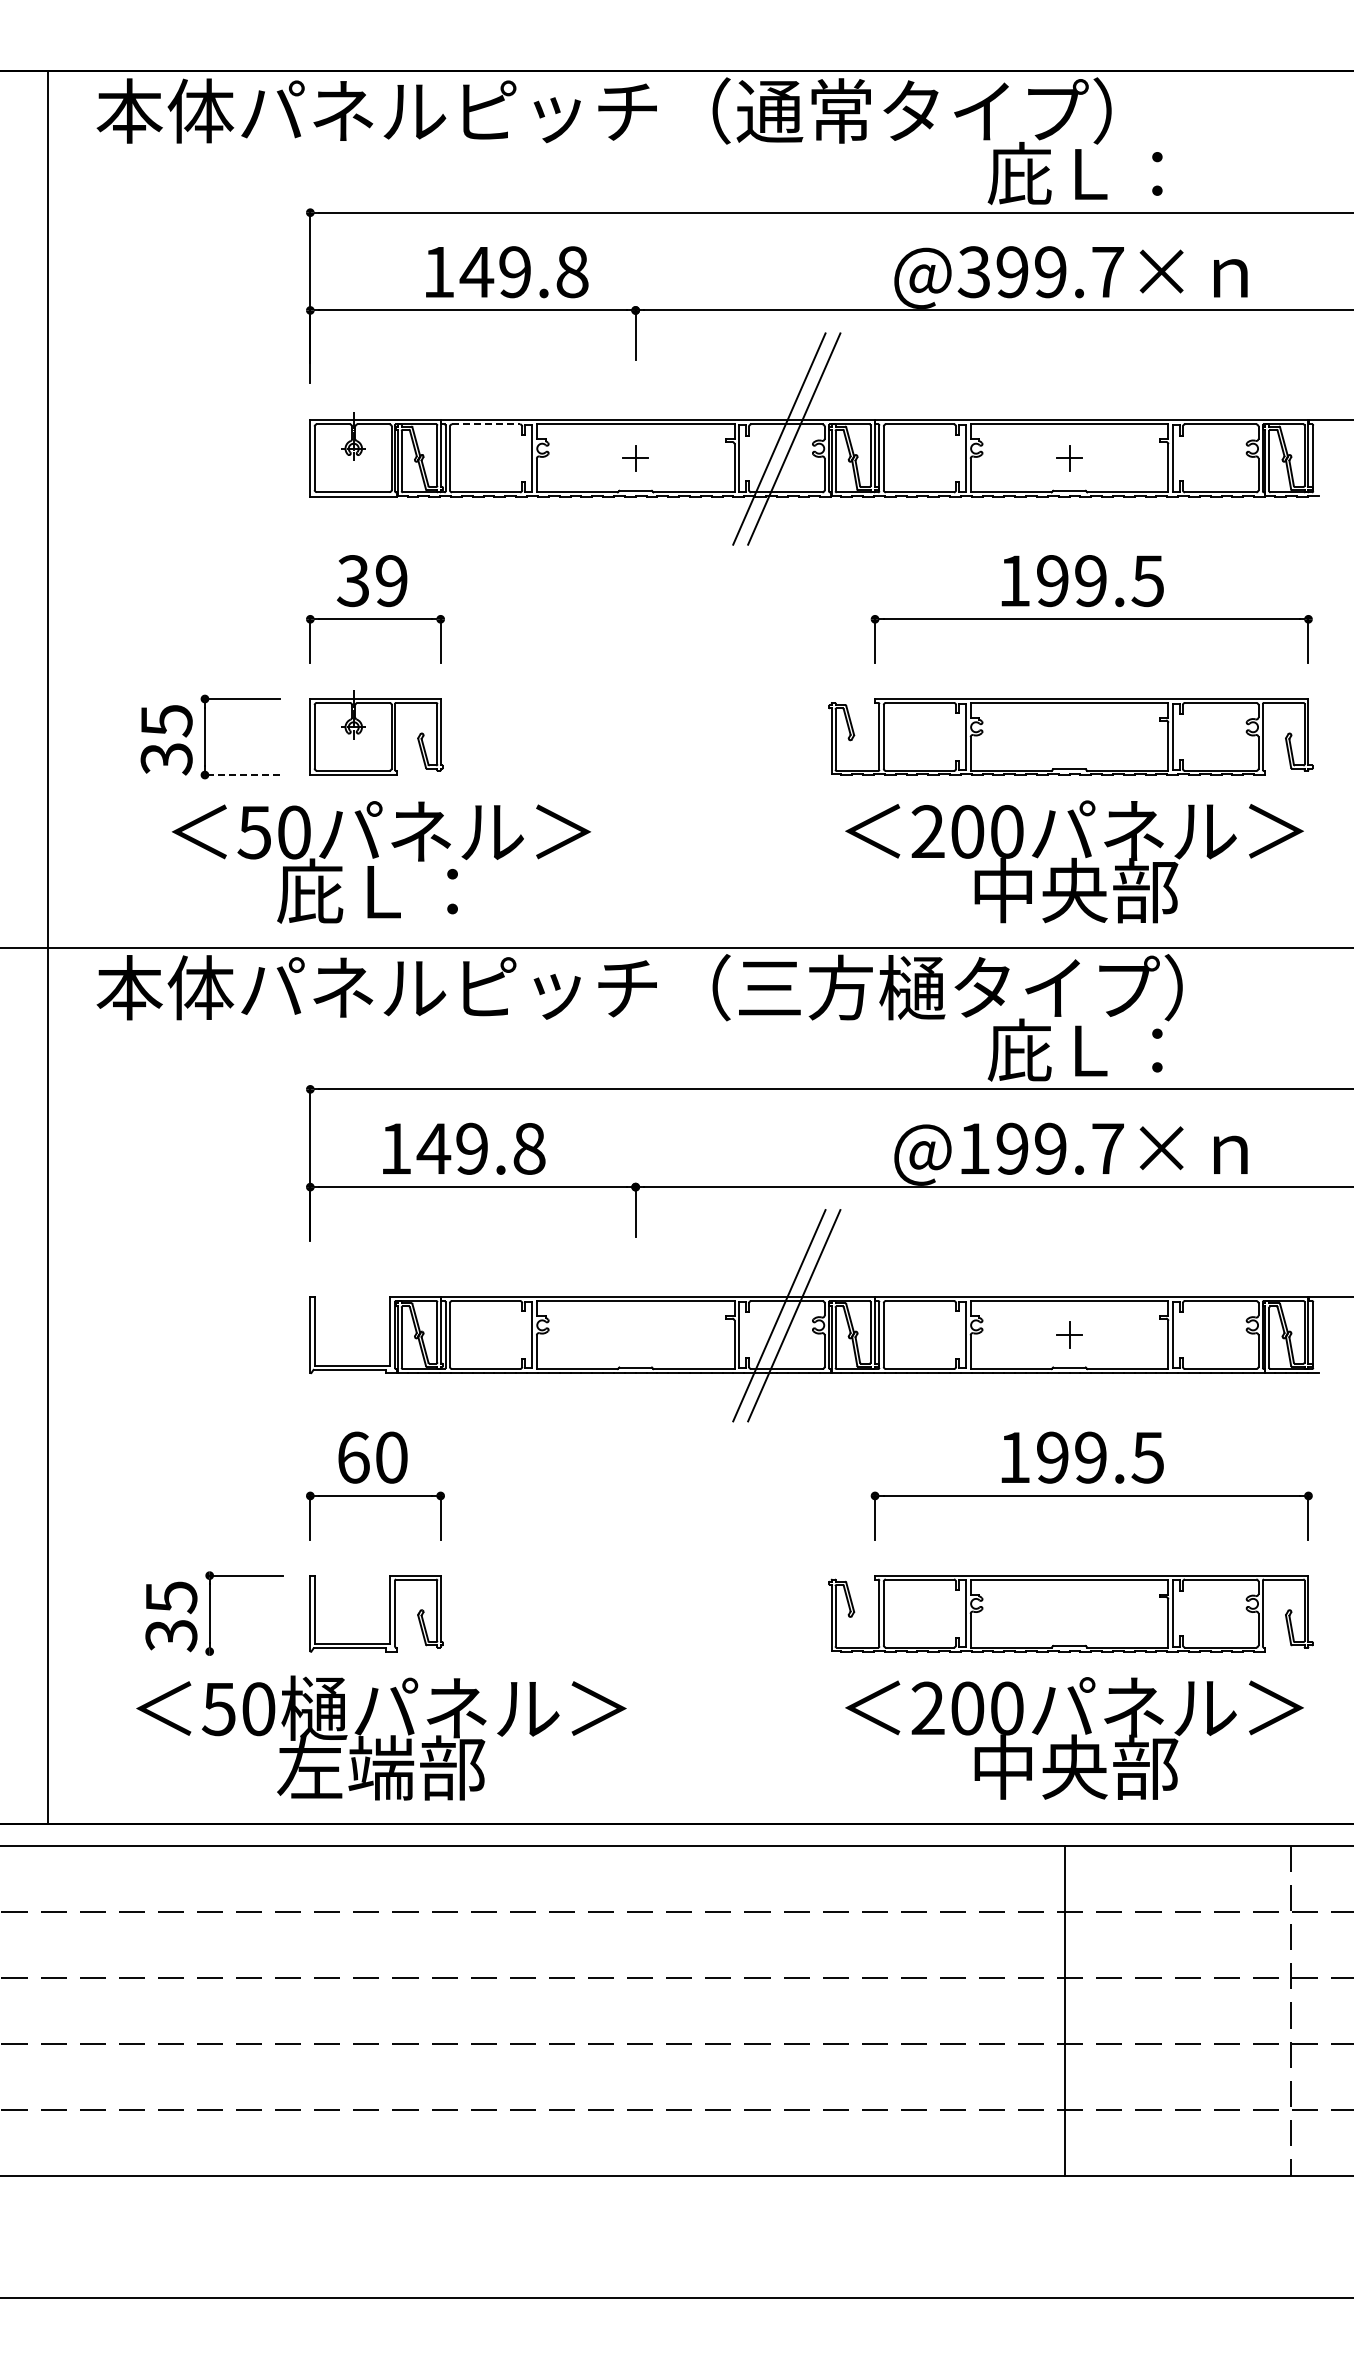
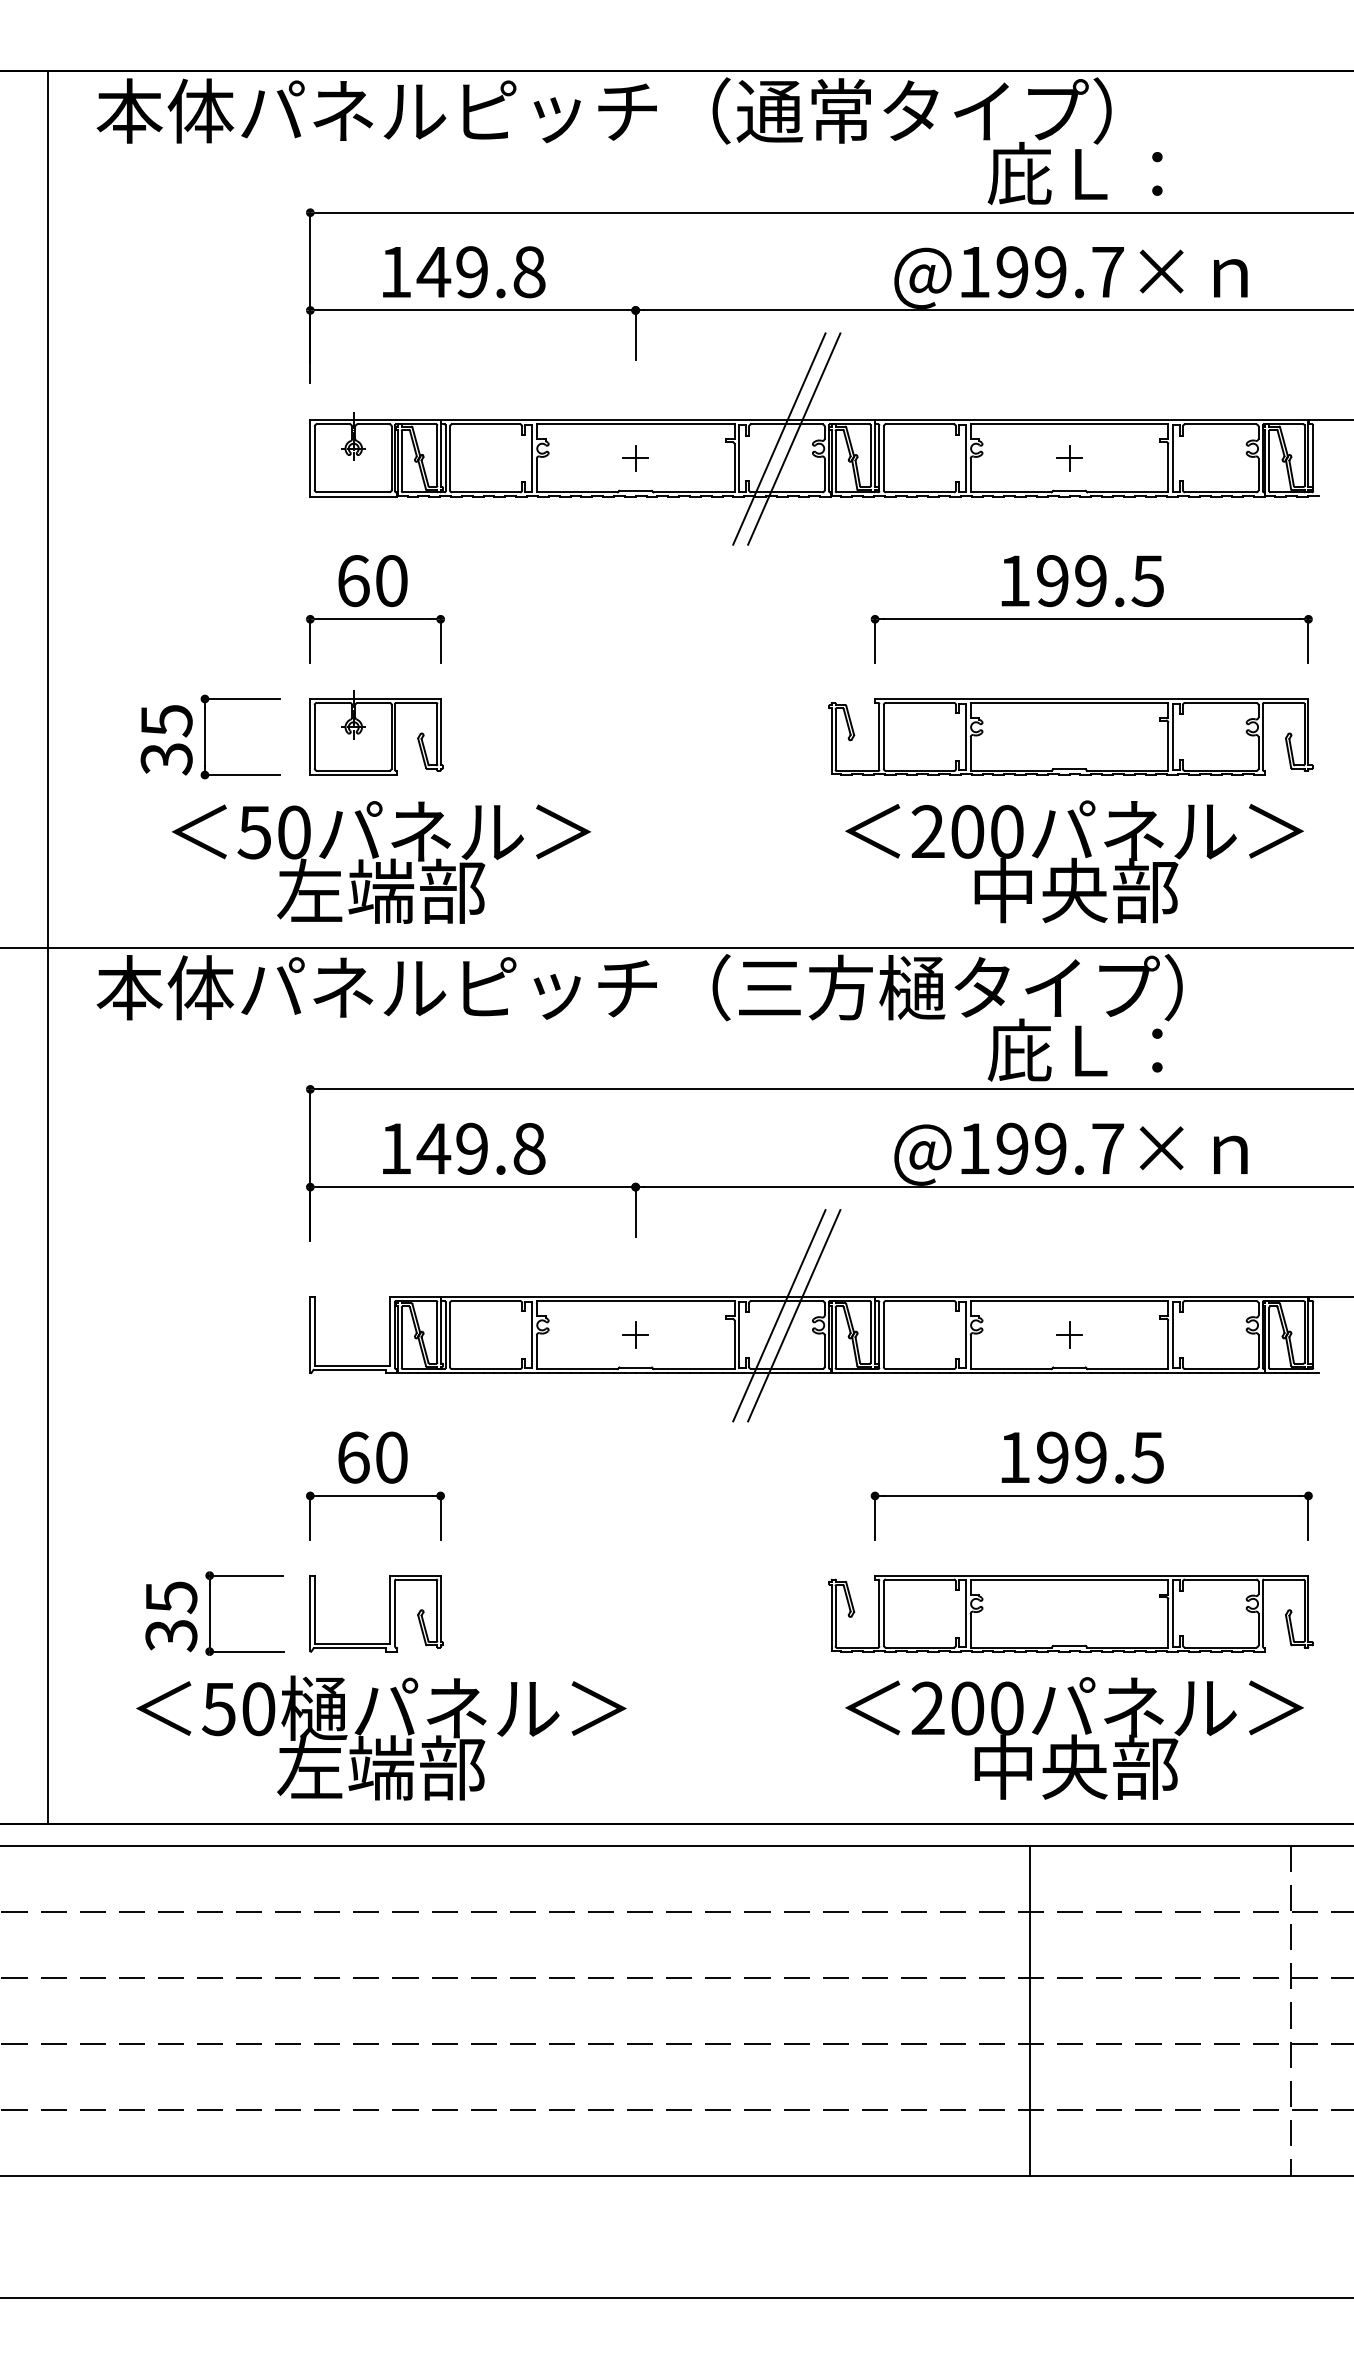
text at (507, 272) position: (507, 272) -> (464, 272)
text at (973, 272): @399.7× -> @199.7×
line at (486, 424): dashed -> solid
text at (372, 581): 39 -> 60
line at (241, 775): dashed -> solid
text at (381, 890): 庇Ｌ： -> 左端部
part at (635, 1334): none -> present
line at (246, 1651): none -> present
line at (1065, 2011) position: (1065, 2011) -> (1030, 2011)
